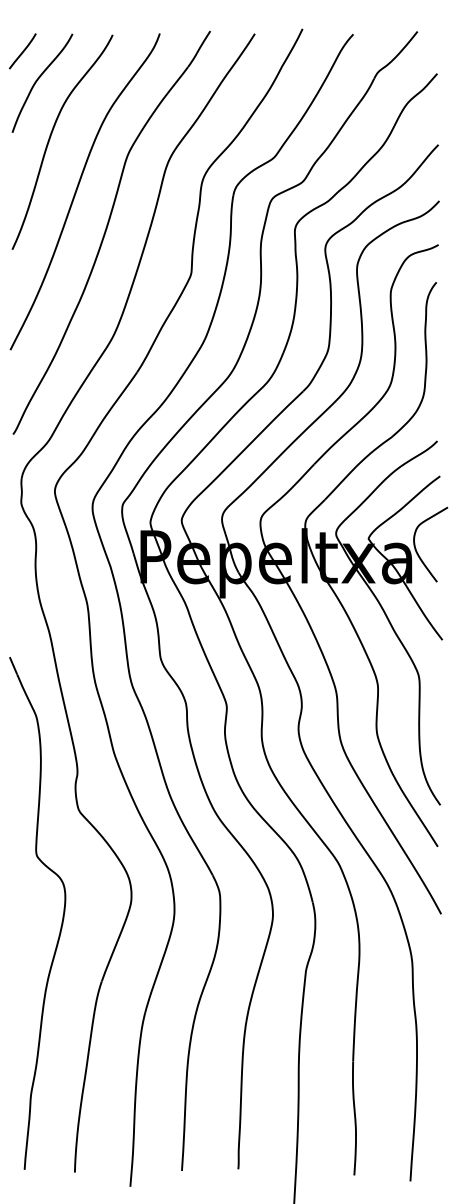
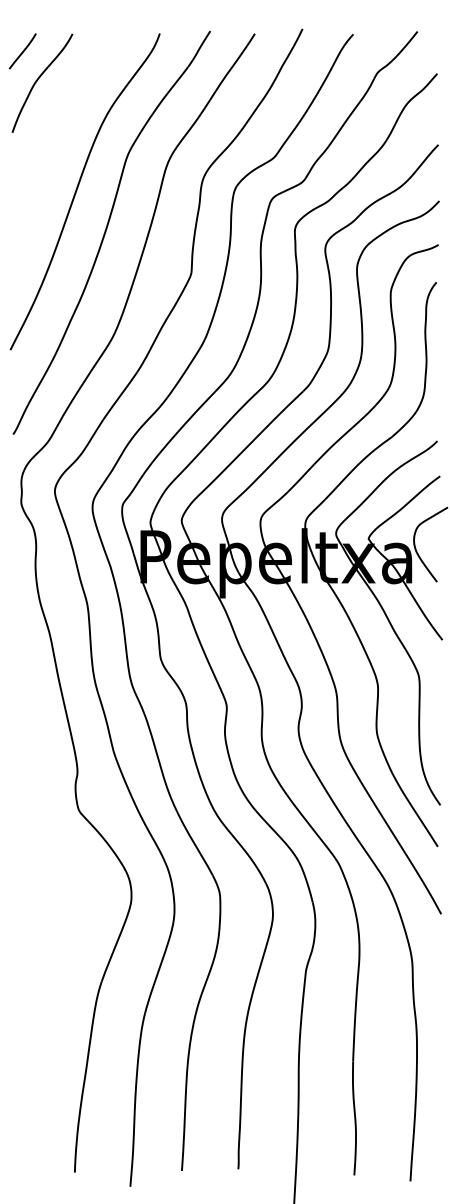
curve at (51, 136): present -> none
part at (62, 915): present -> none
